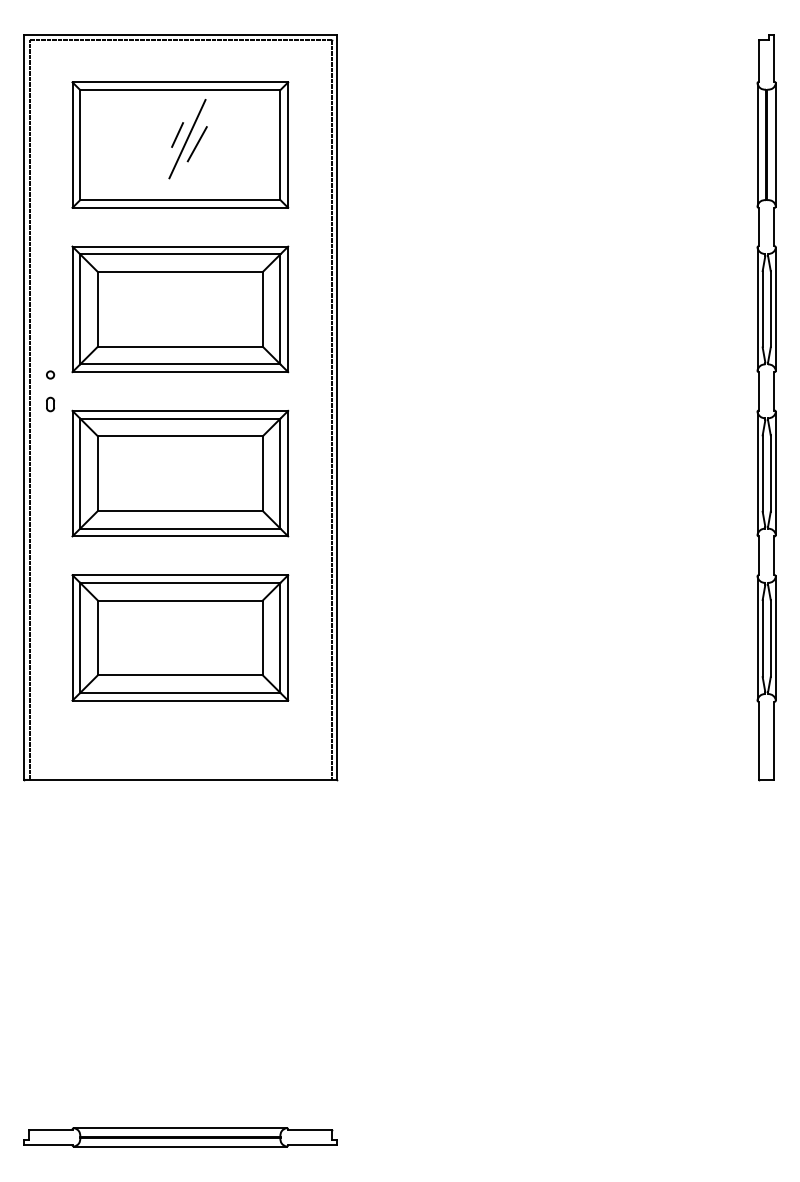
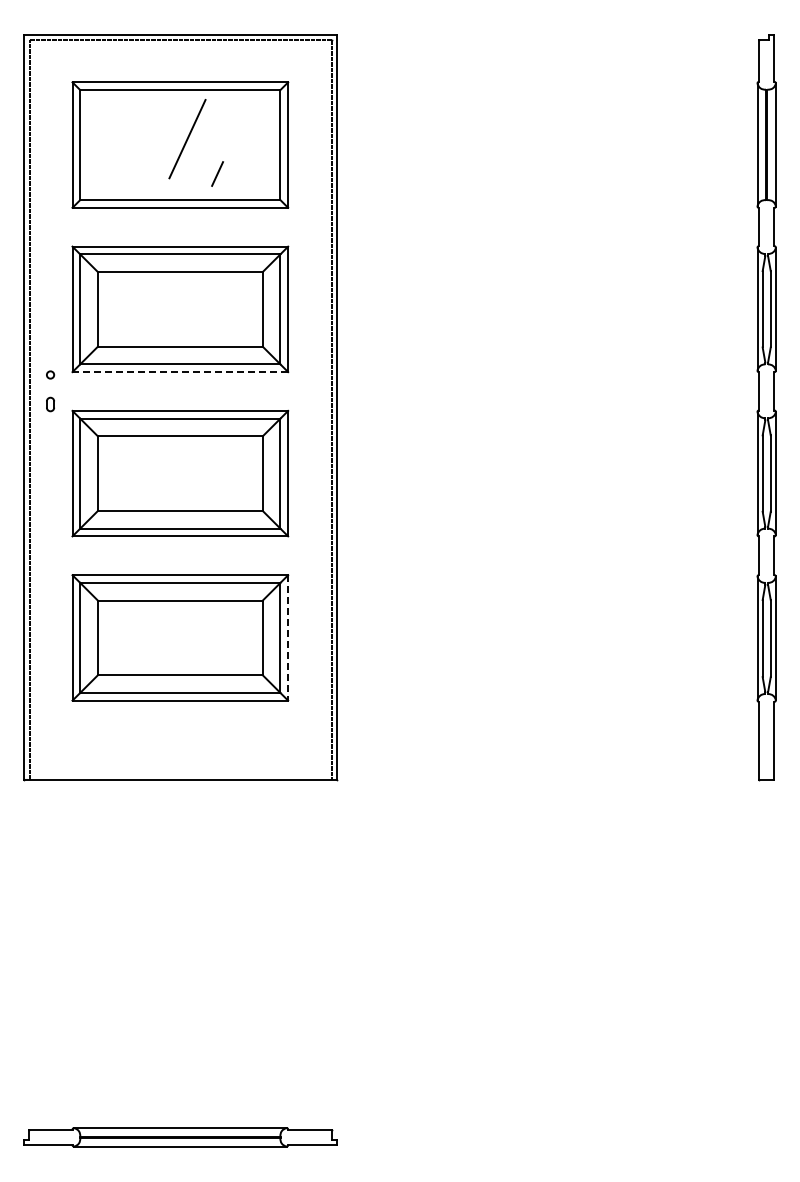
line at (177, 134) position: (177, 134) -> (217, 173)
line at (196, 144): present -> none
line at (180, 372): solid -> dashed
line at (288, 637): solid -> dashed
